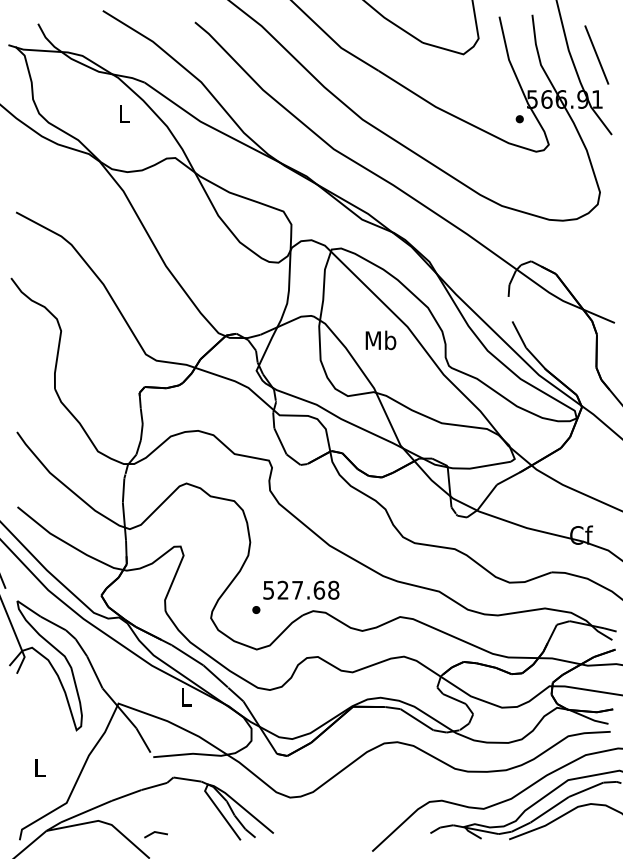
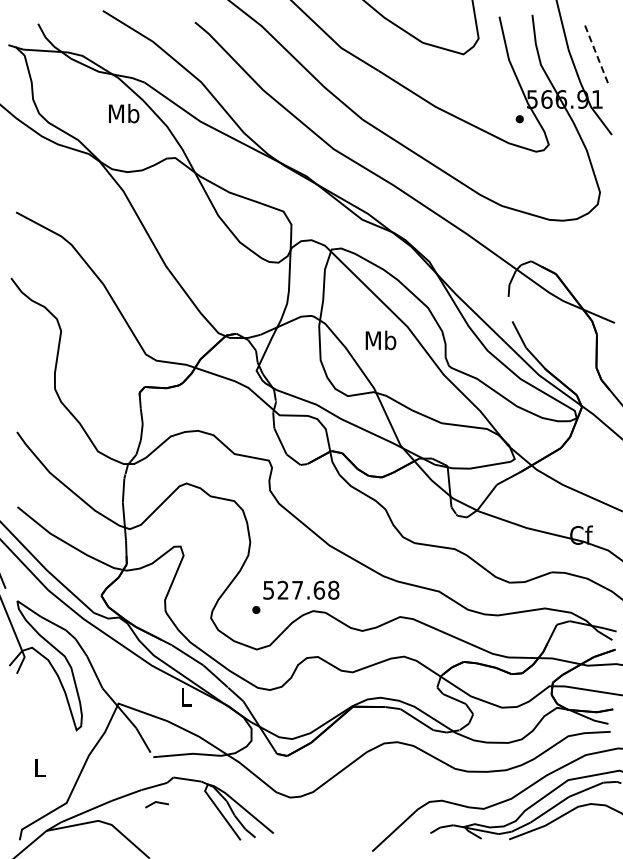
line at (596, 55): solid -> dashed
text at (124, 113): L -> Mb
line at (154, 833) position: (154, 833) -> (155, 803)
